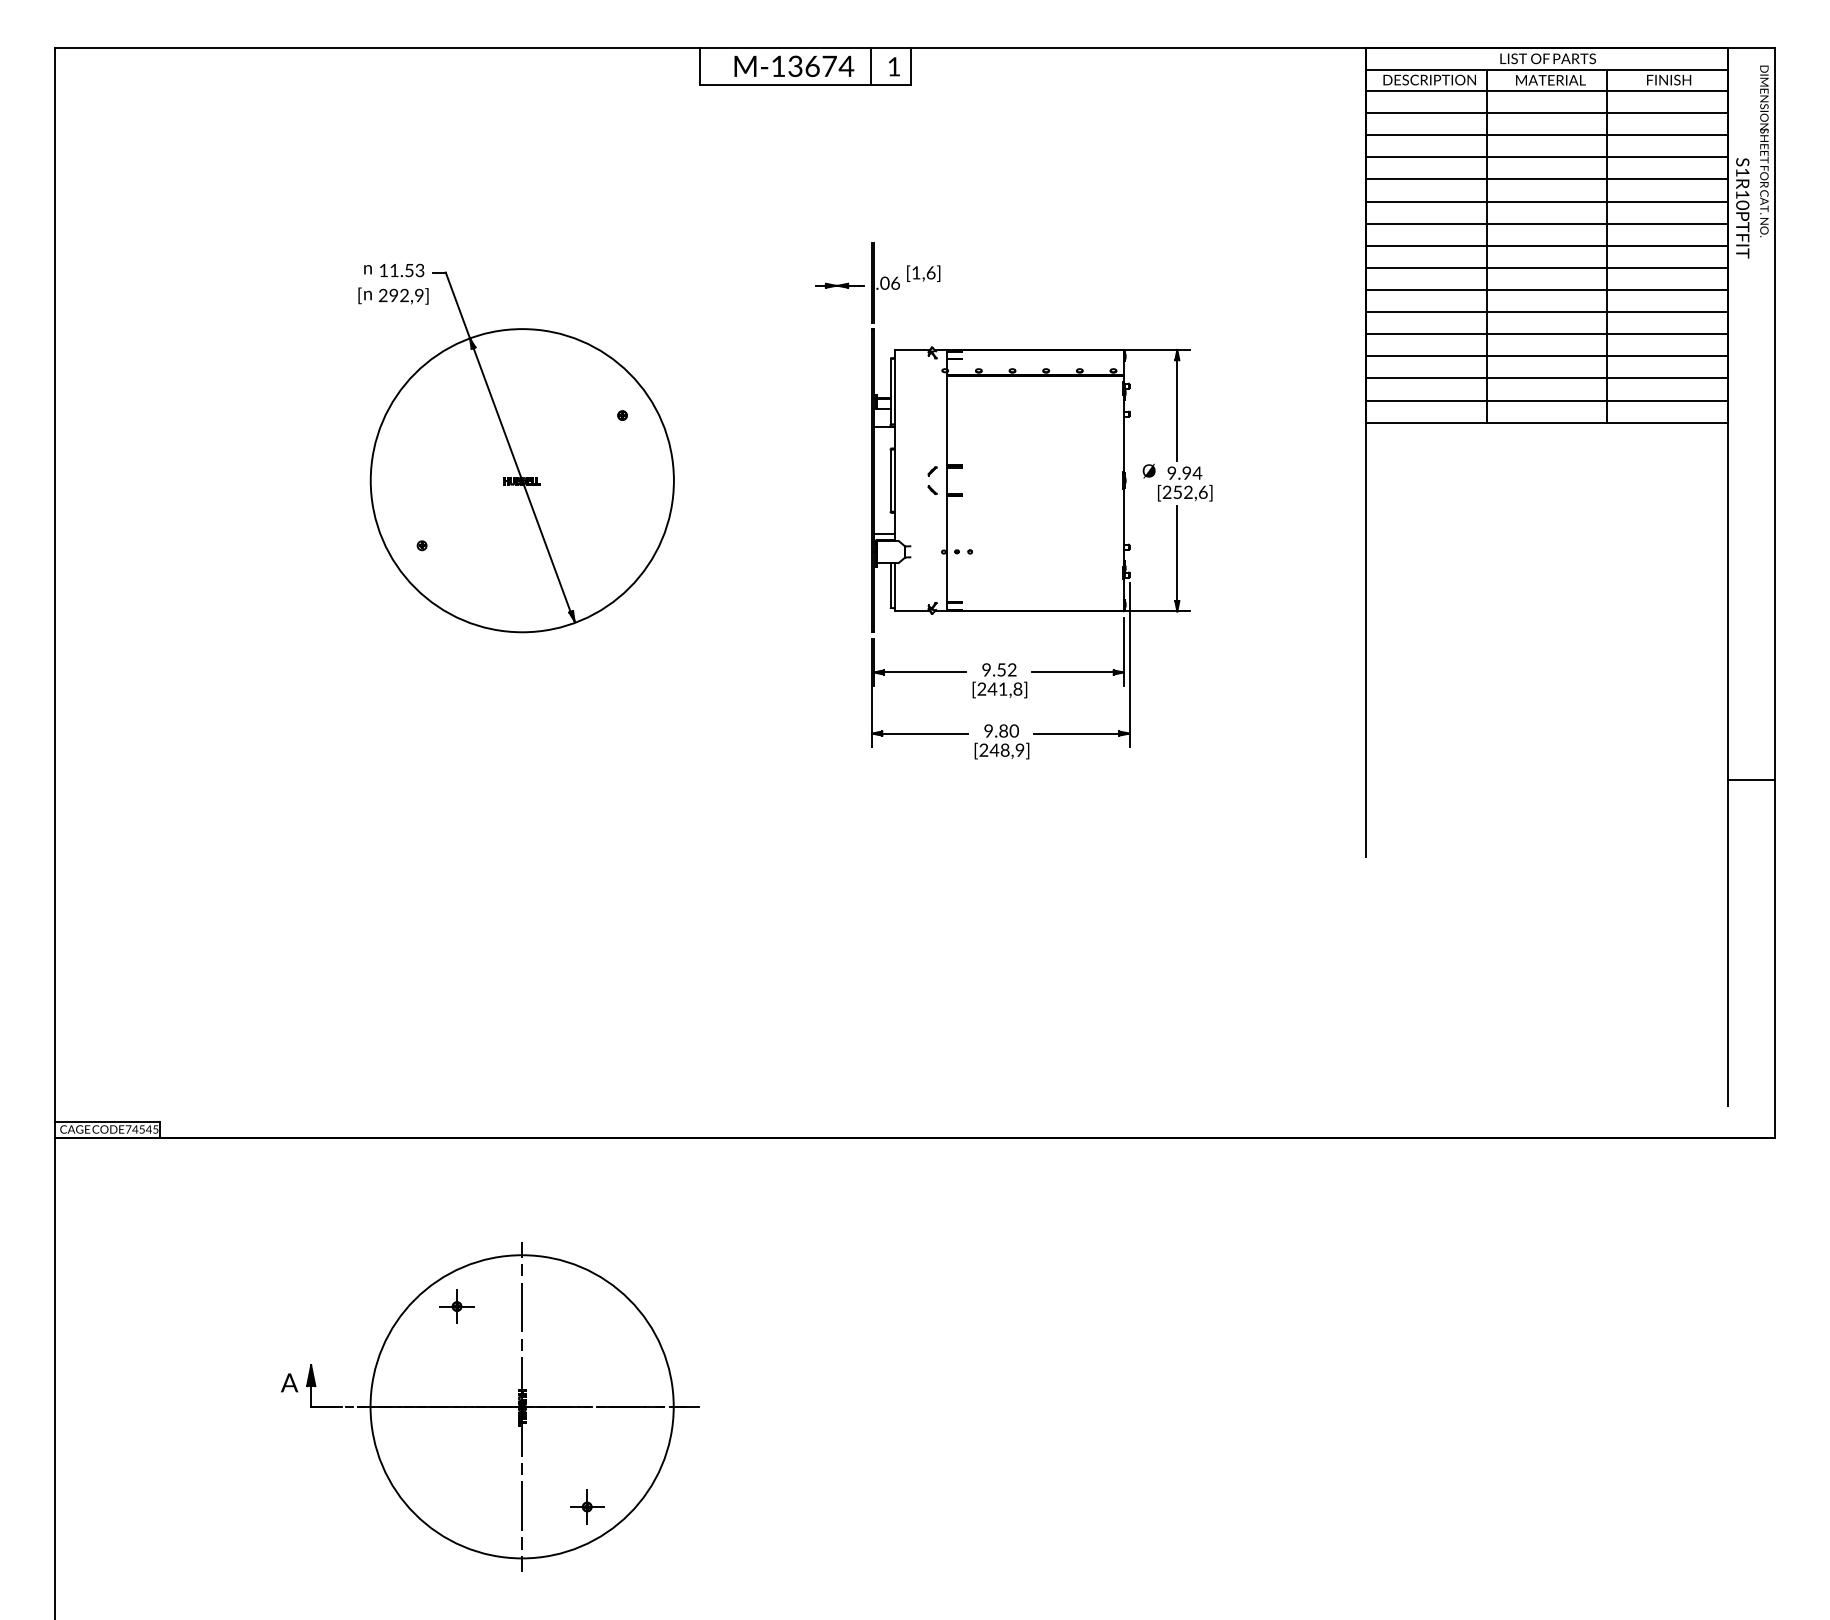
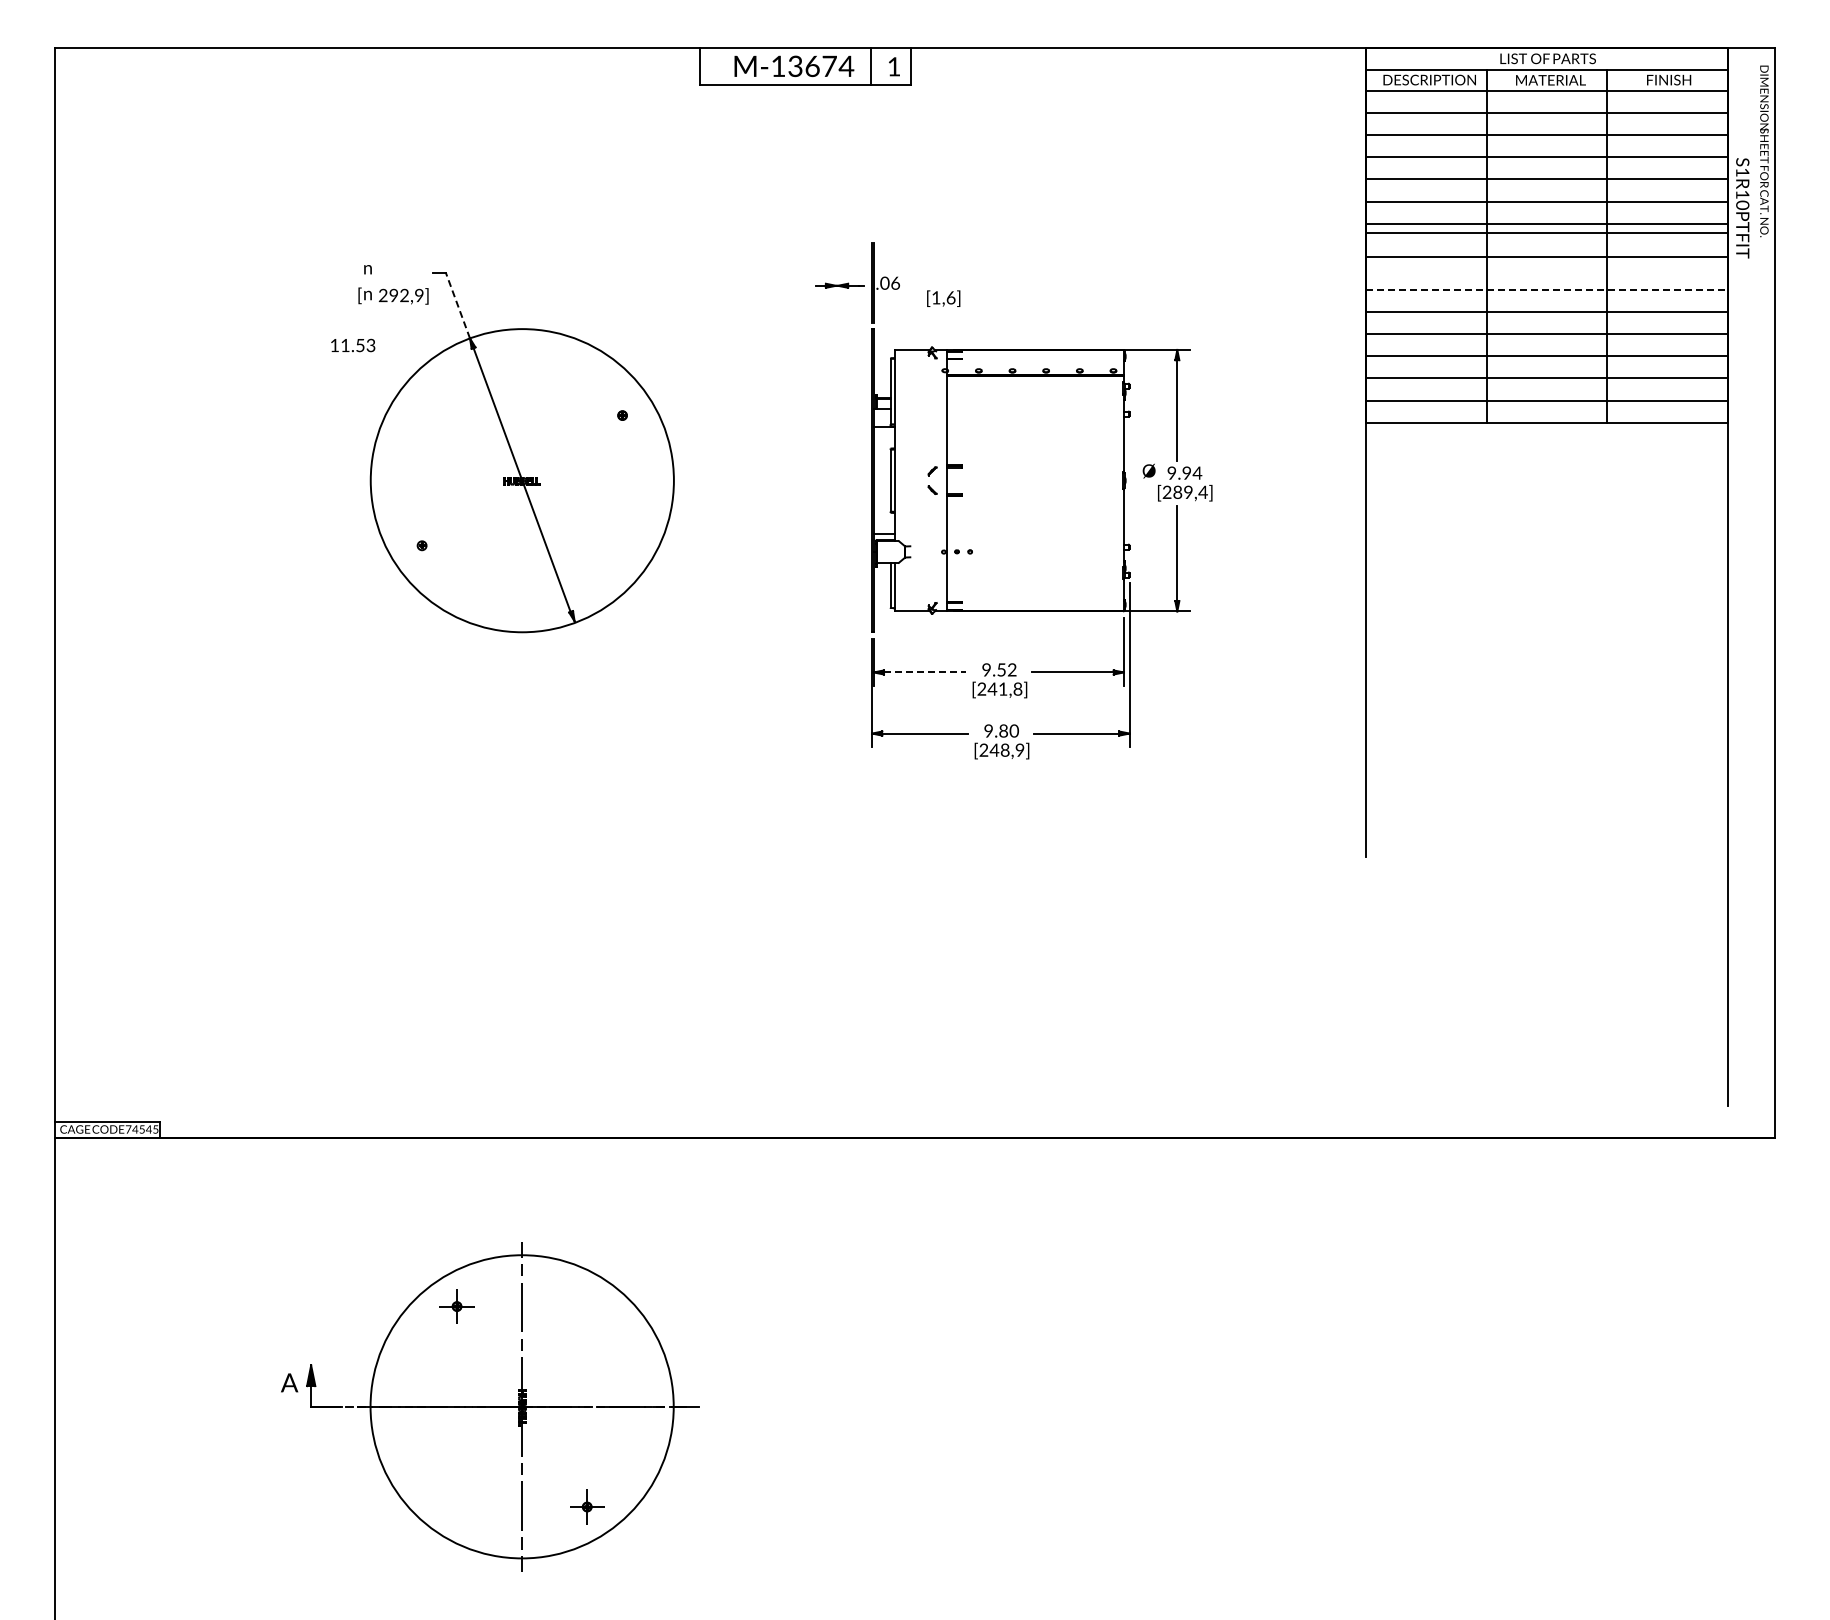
line at (1546, 245) position: (1546, 245) -> (1546, 232)
line at (1546, 267) position: (1546, 267) -> (1546, 256)
text at (402, 270) position: (402, 270) -> (353, 345)
text at (923, 273) position: (923, 273) -> (943, 298)
line at (1546, 290): solid -> dashed
line at (457, 305): solid -> dashed
text at (1190, 491): [252,6] -> [289,4]
line at (924, 672): solid -> dashed
line at (1751, 779): present -> none
